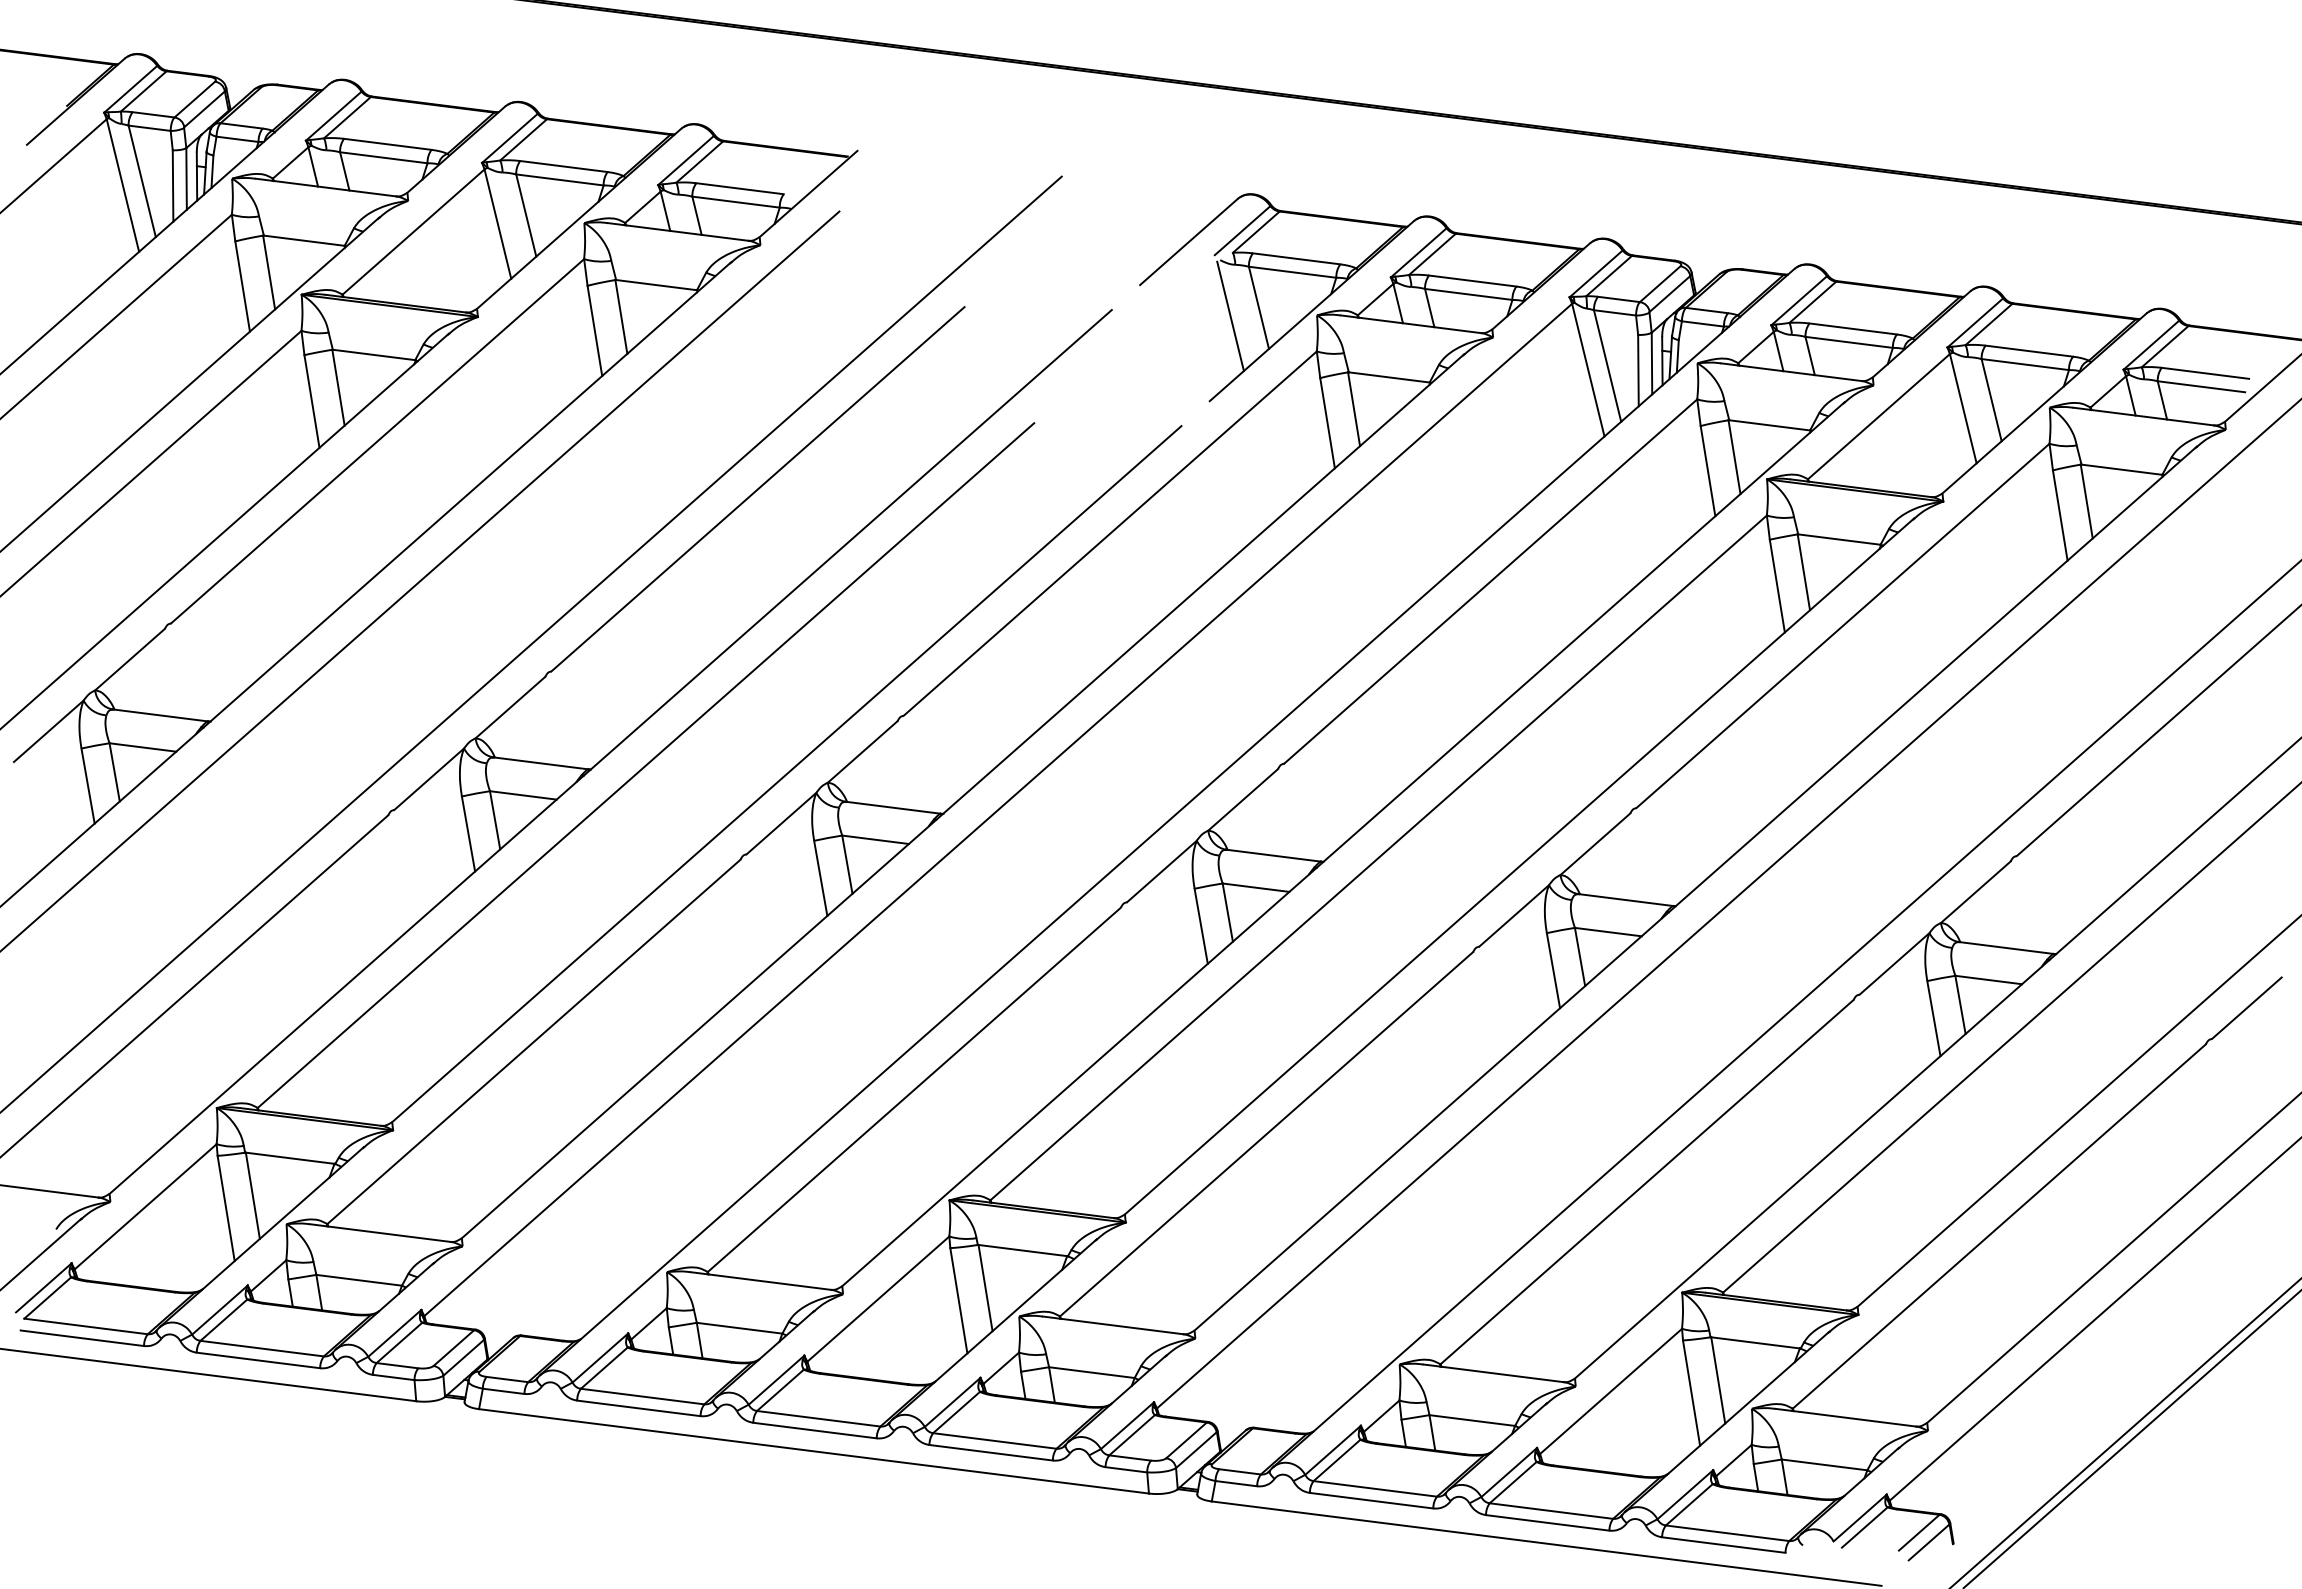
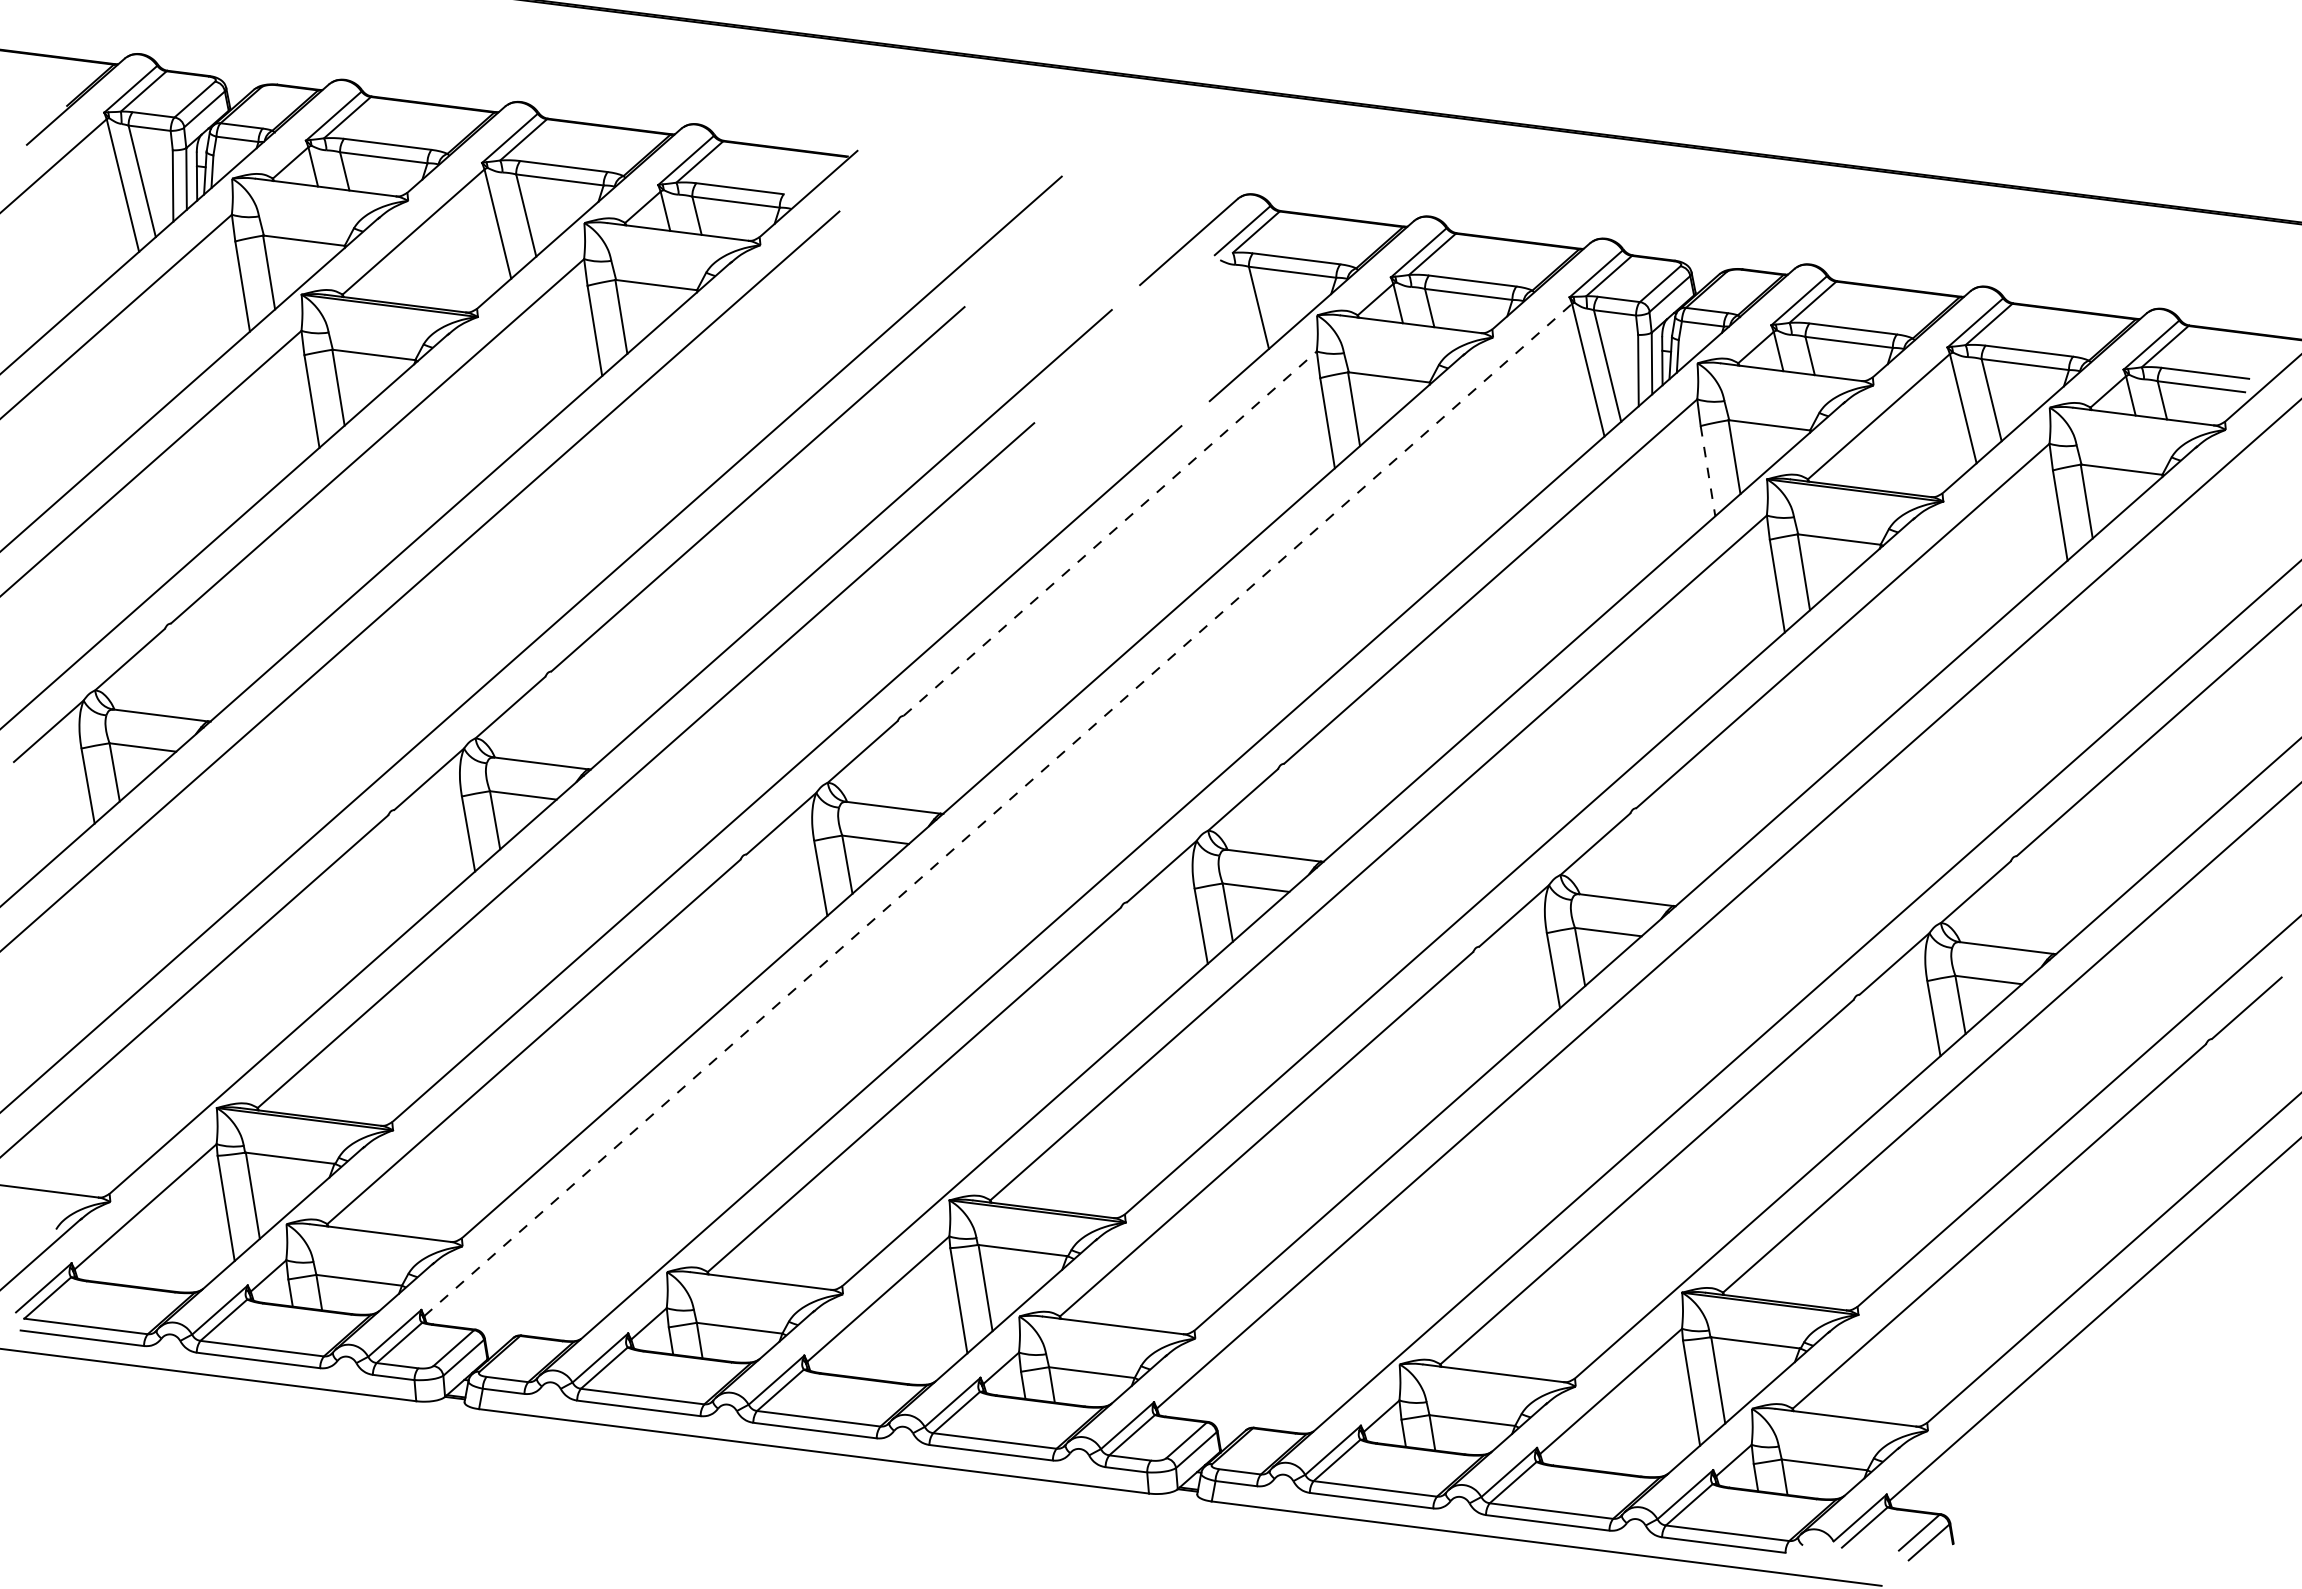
line at (1230, 316): present -> none
line at (1708, 471): solid -> dashed
line at (1110, 533): solid -> dashed
line at (998, 809): solid -> dashed
line at (2125, 1432): present -> none
line at (2132, 1438): present -> none
